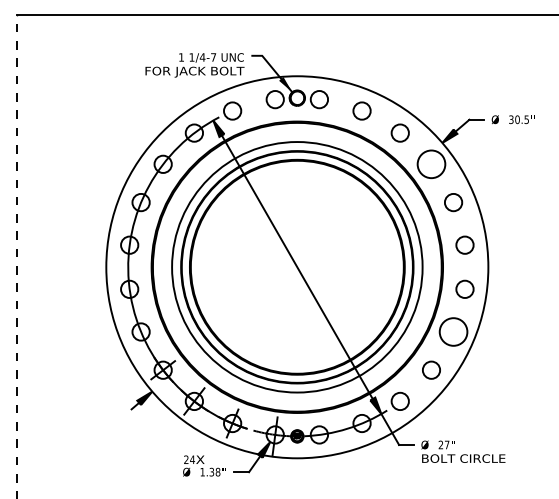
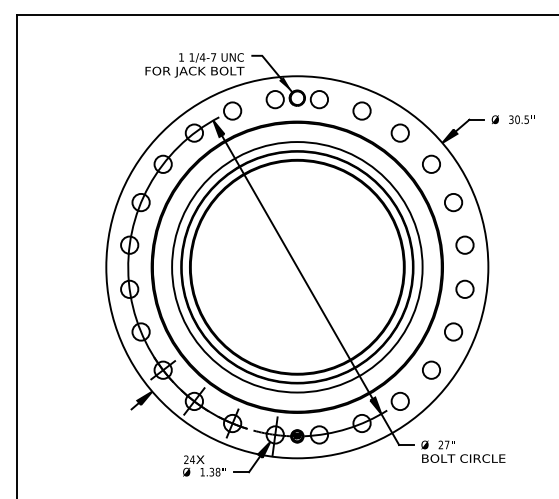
circle at (431, 164) diameter: 28 px -> 17 px
line at (16, 256): dashed -> solid
circle at (453, 331) diameter: 28 px -> 17 px
